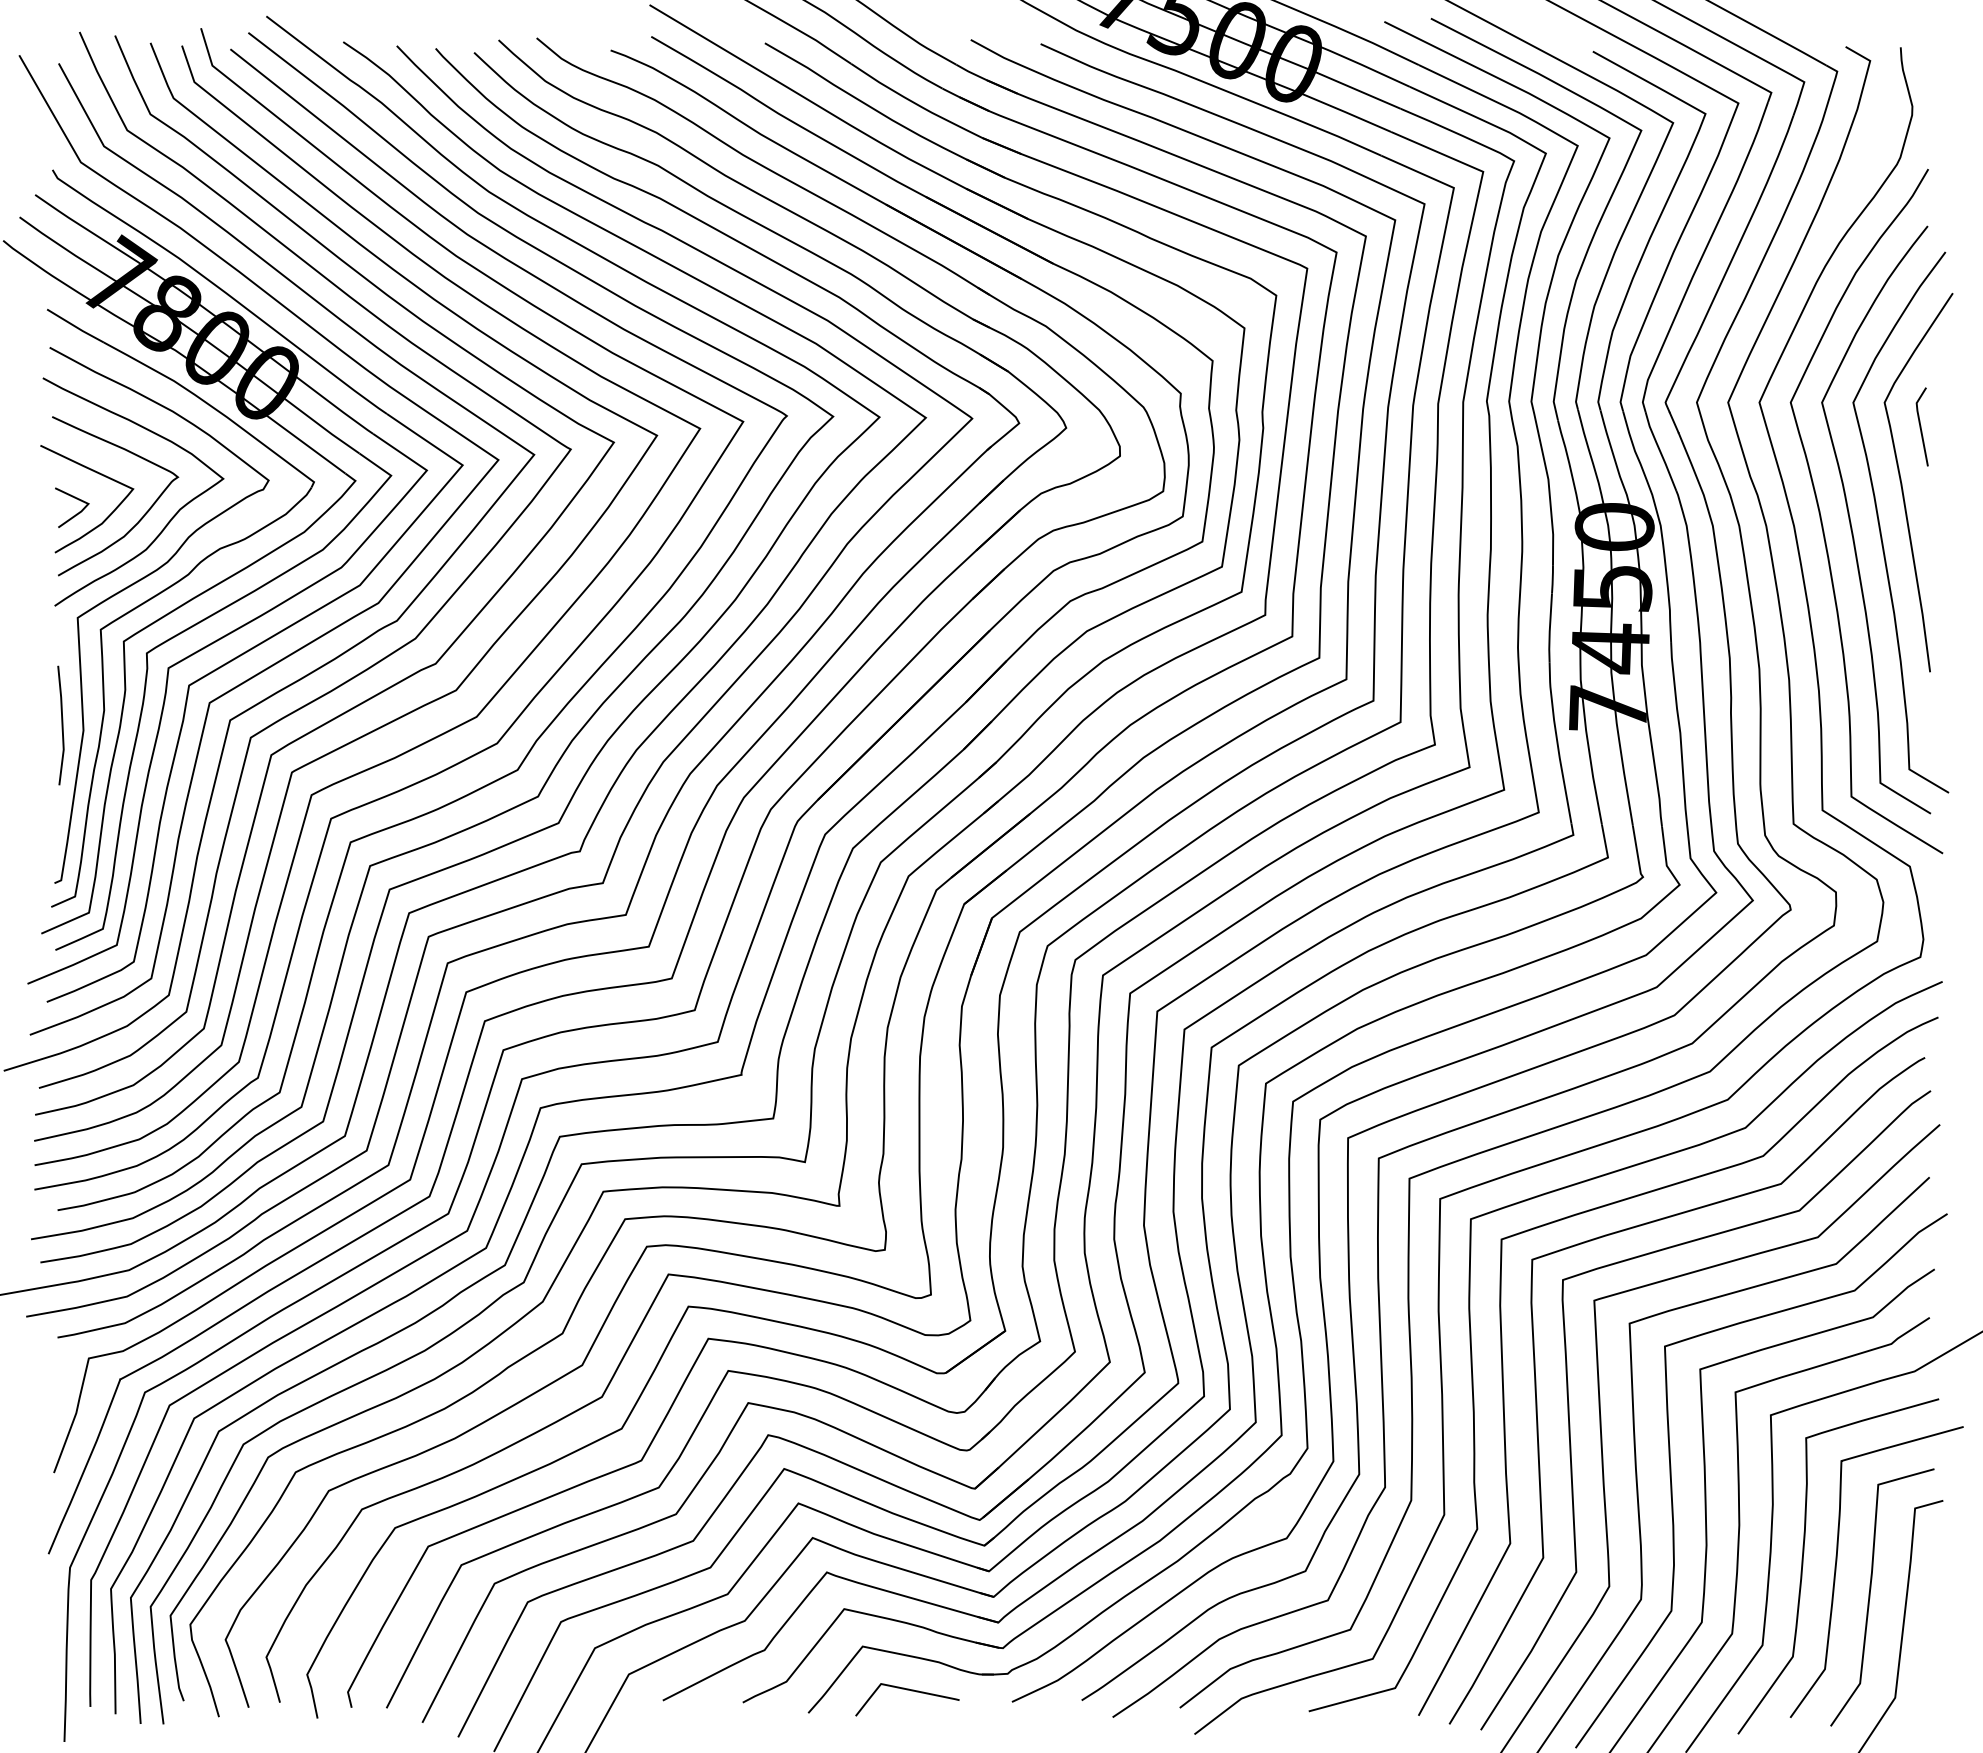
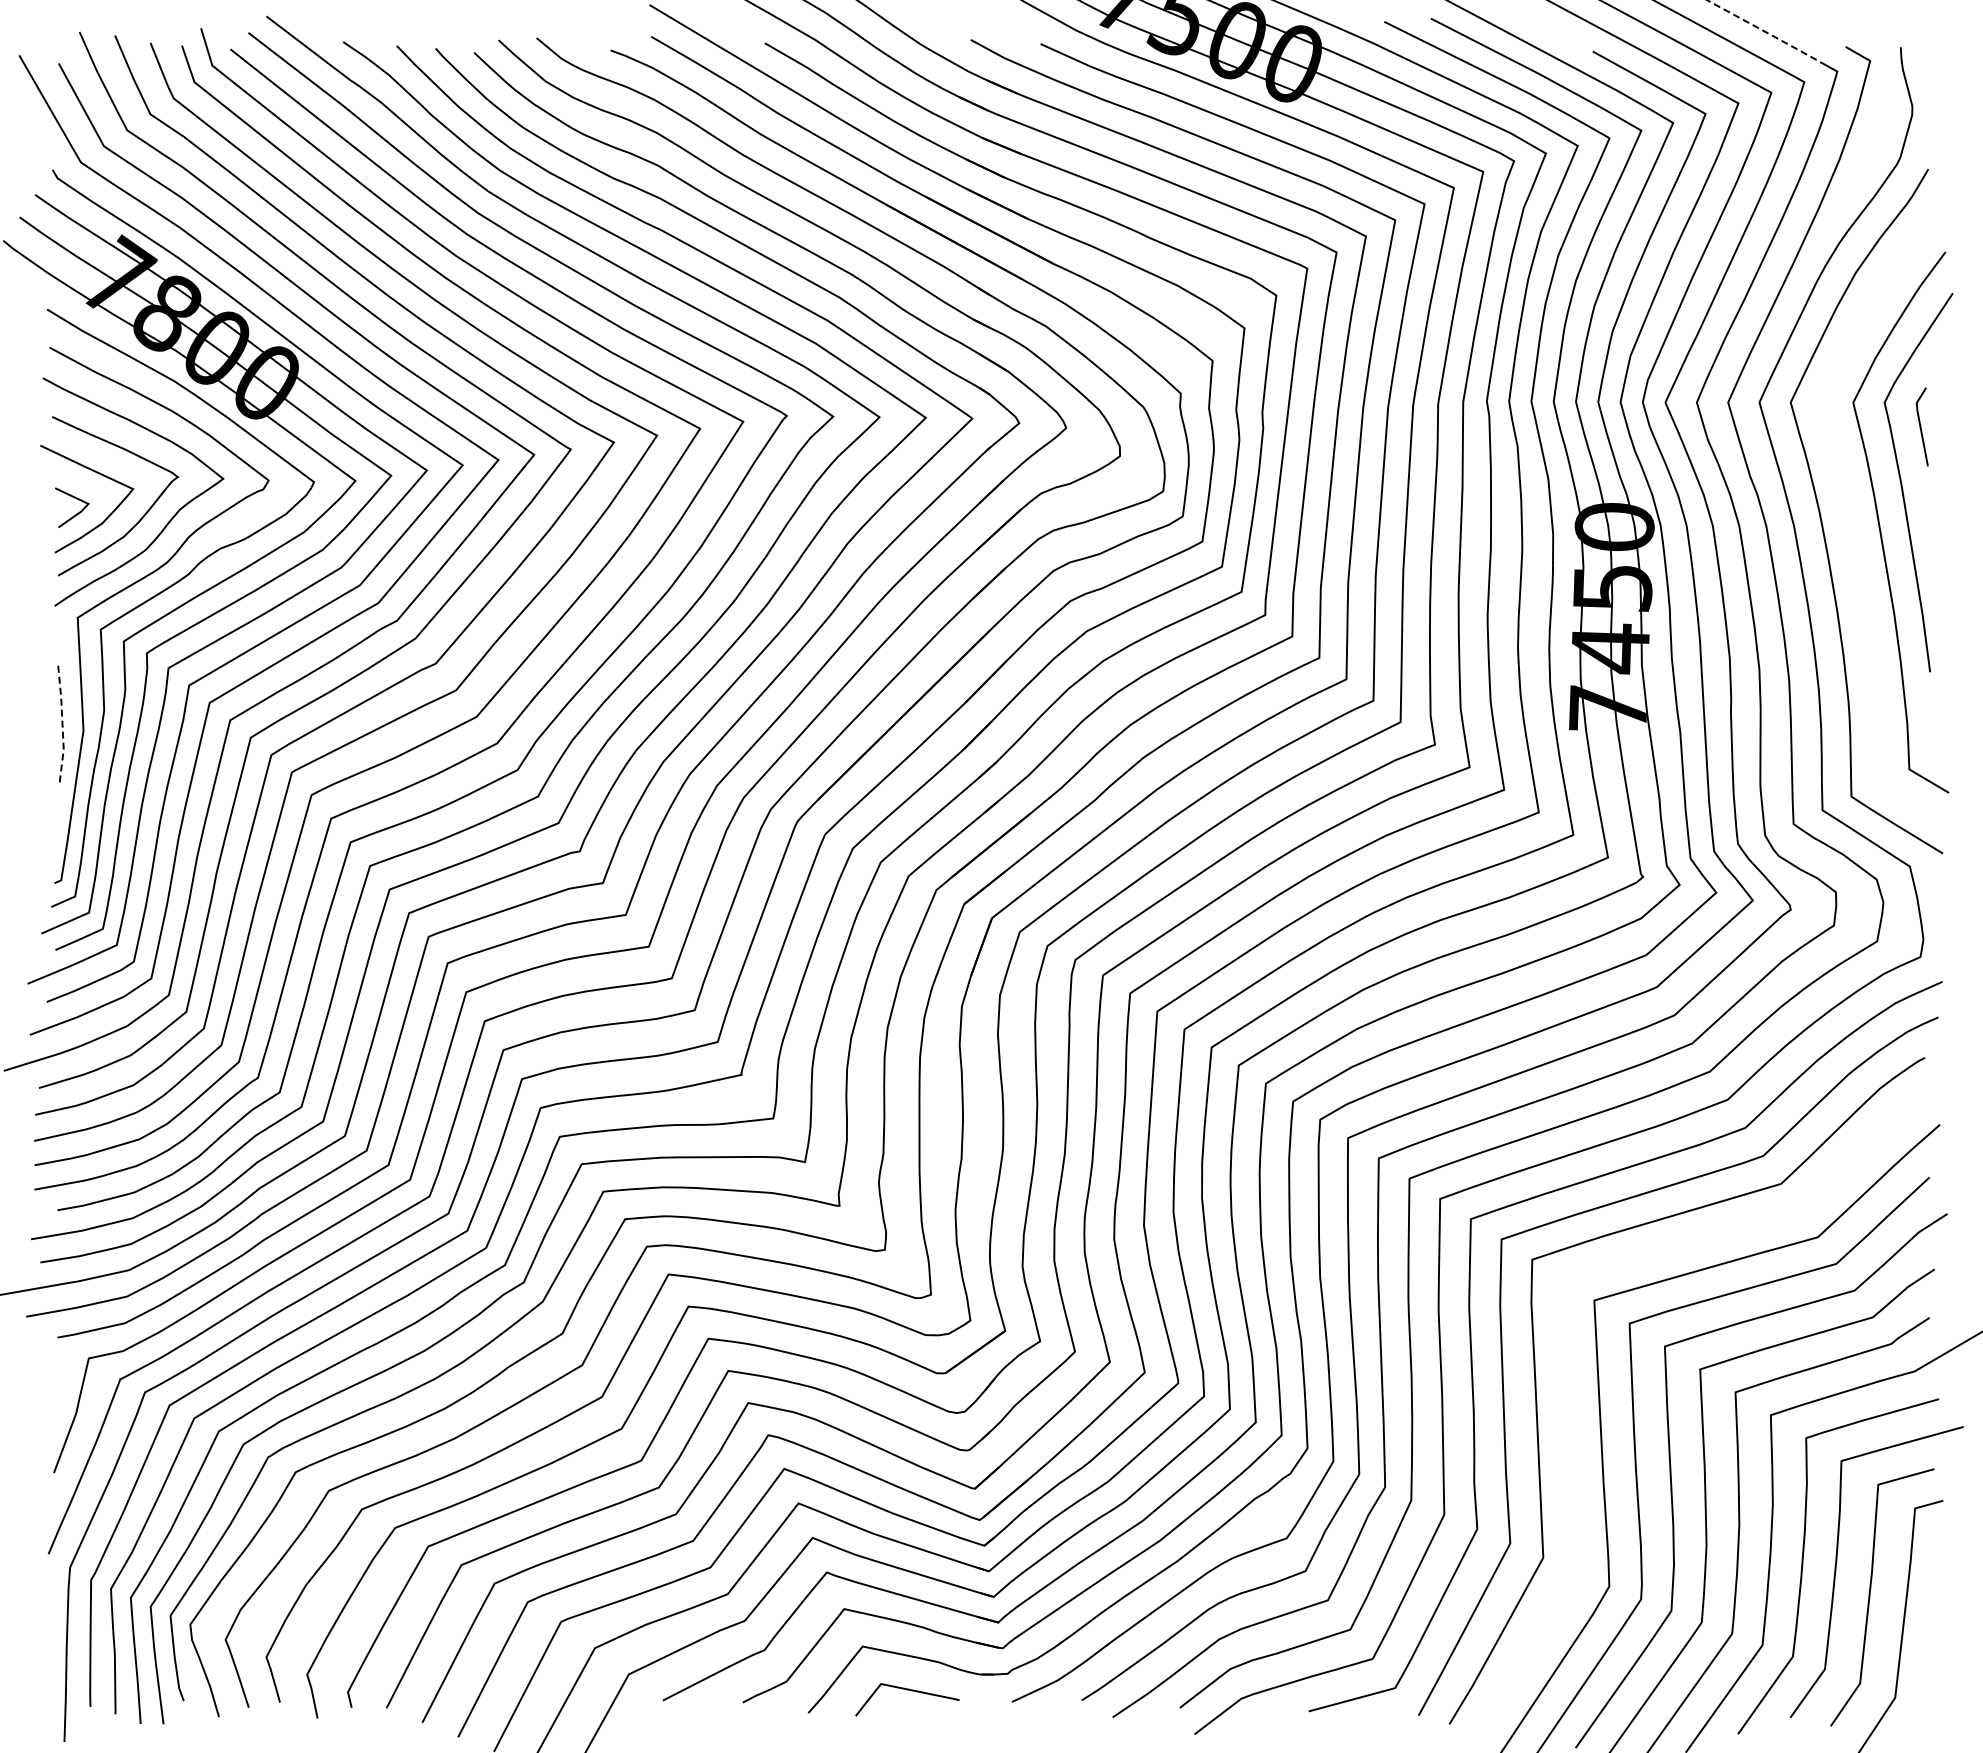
line at (1768, 33): solid -> dashed
curve at (1851, 522): present -> none
line at (62, 725): solid -> dashed
curve at (1570, 1423): present -> none
